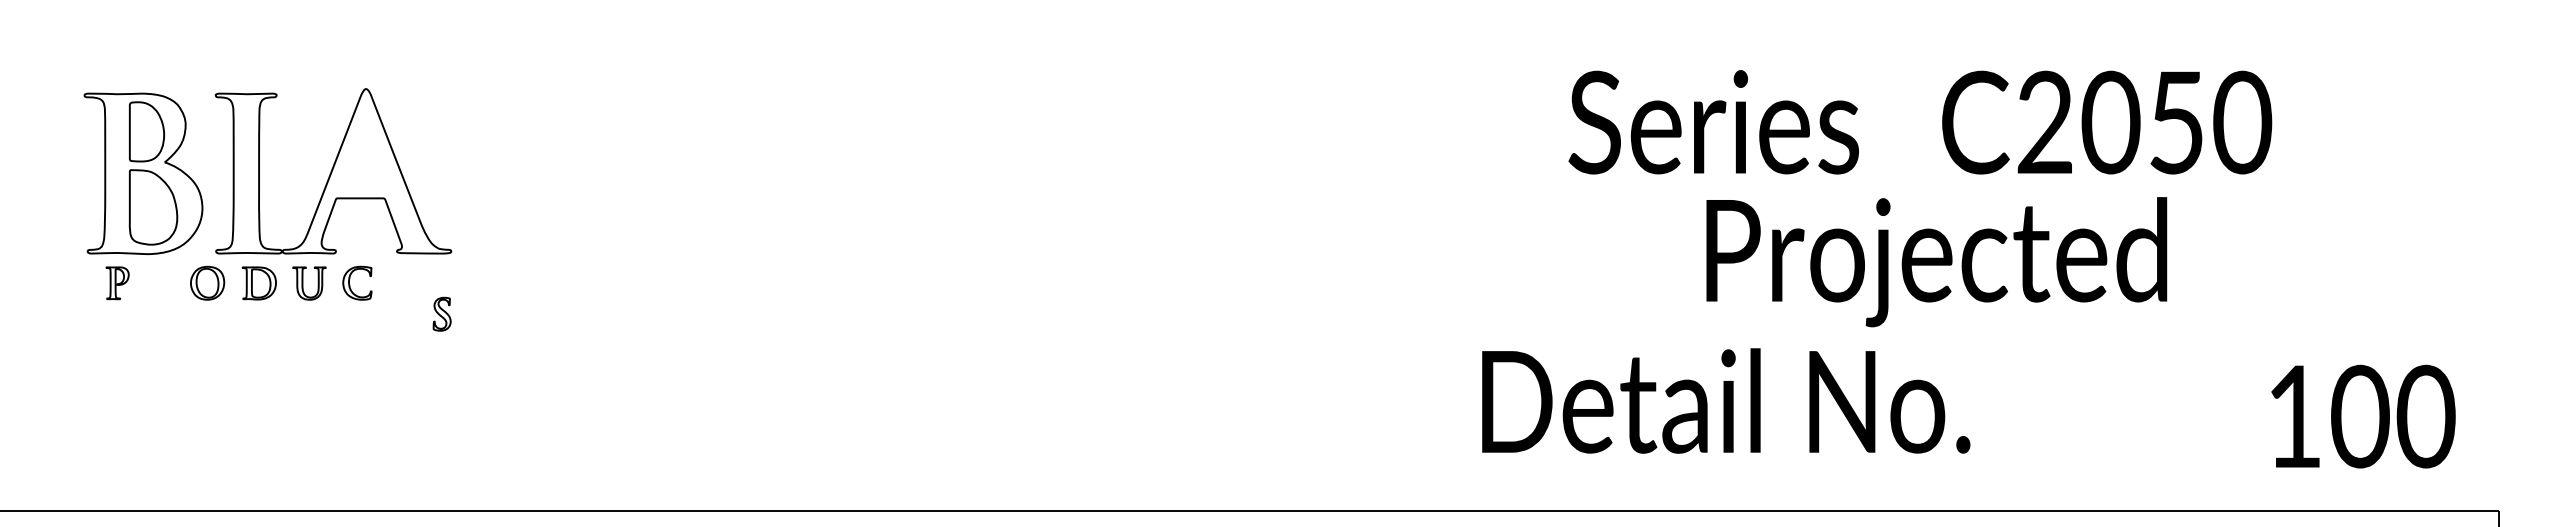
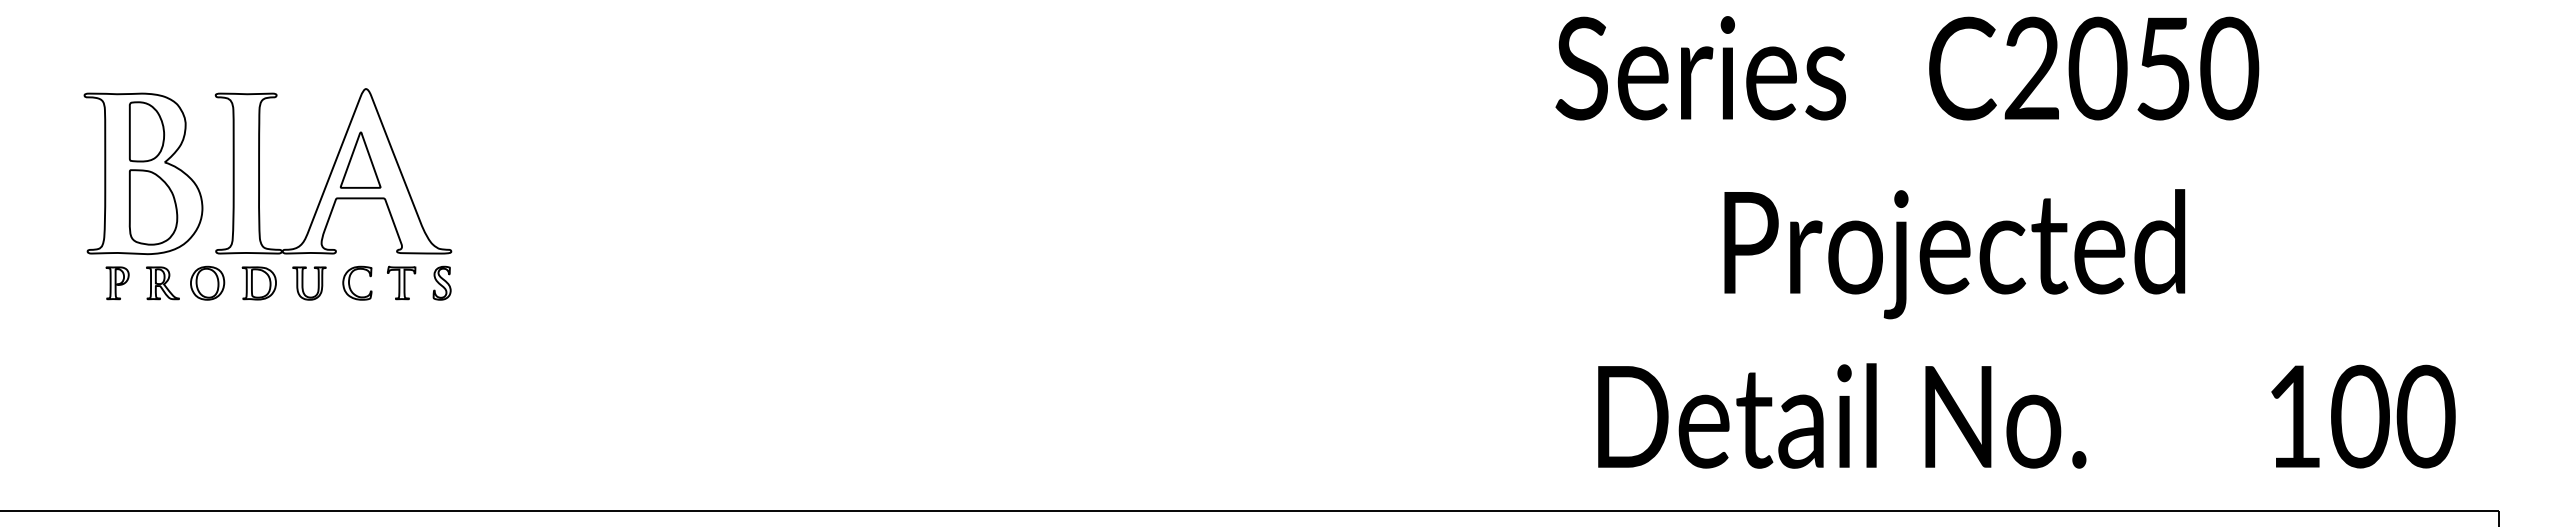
text at (1920, 122) position: (1920, 122) -> (1907, 68)
part at (360, 159): none -> present
text at (1936, 262) position: (1936, 262) -> (1954, 254)
part at (401, 282): none -> present
part at (162, 283): none -> present
part at (441, 313) position: (441, 313) -> (441, 282)
text at (1726, 400) position: (1726, 400) -> (1842, 415)
